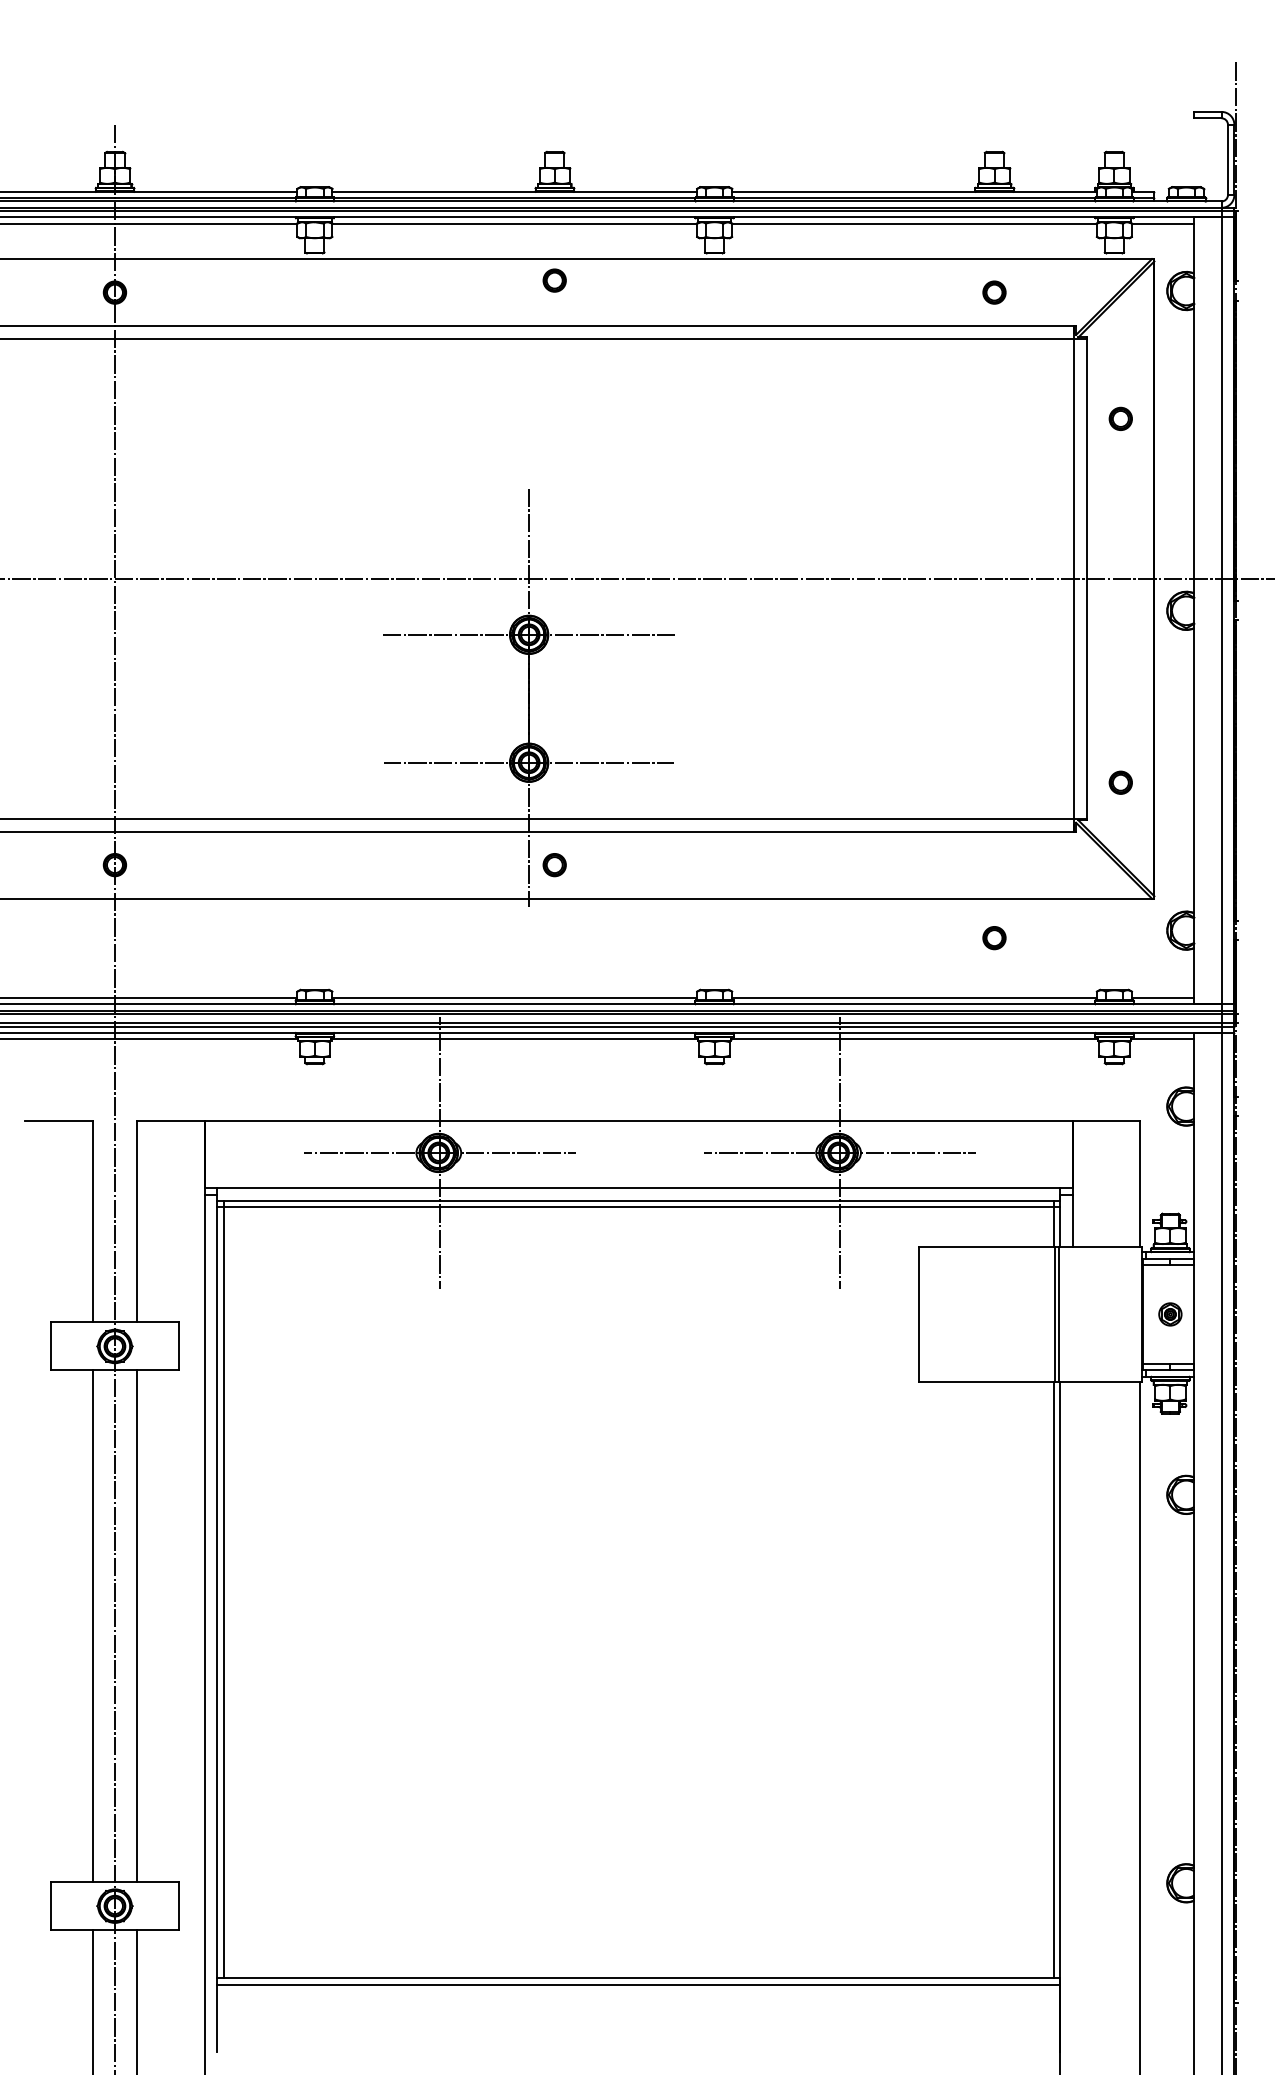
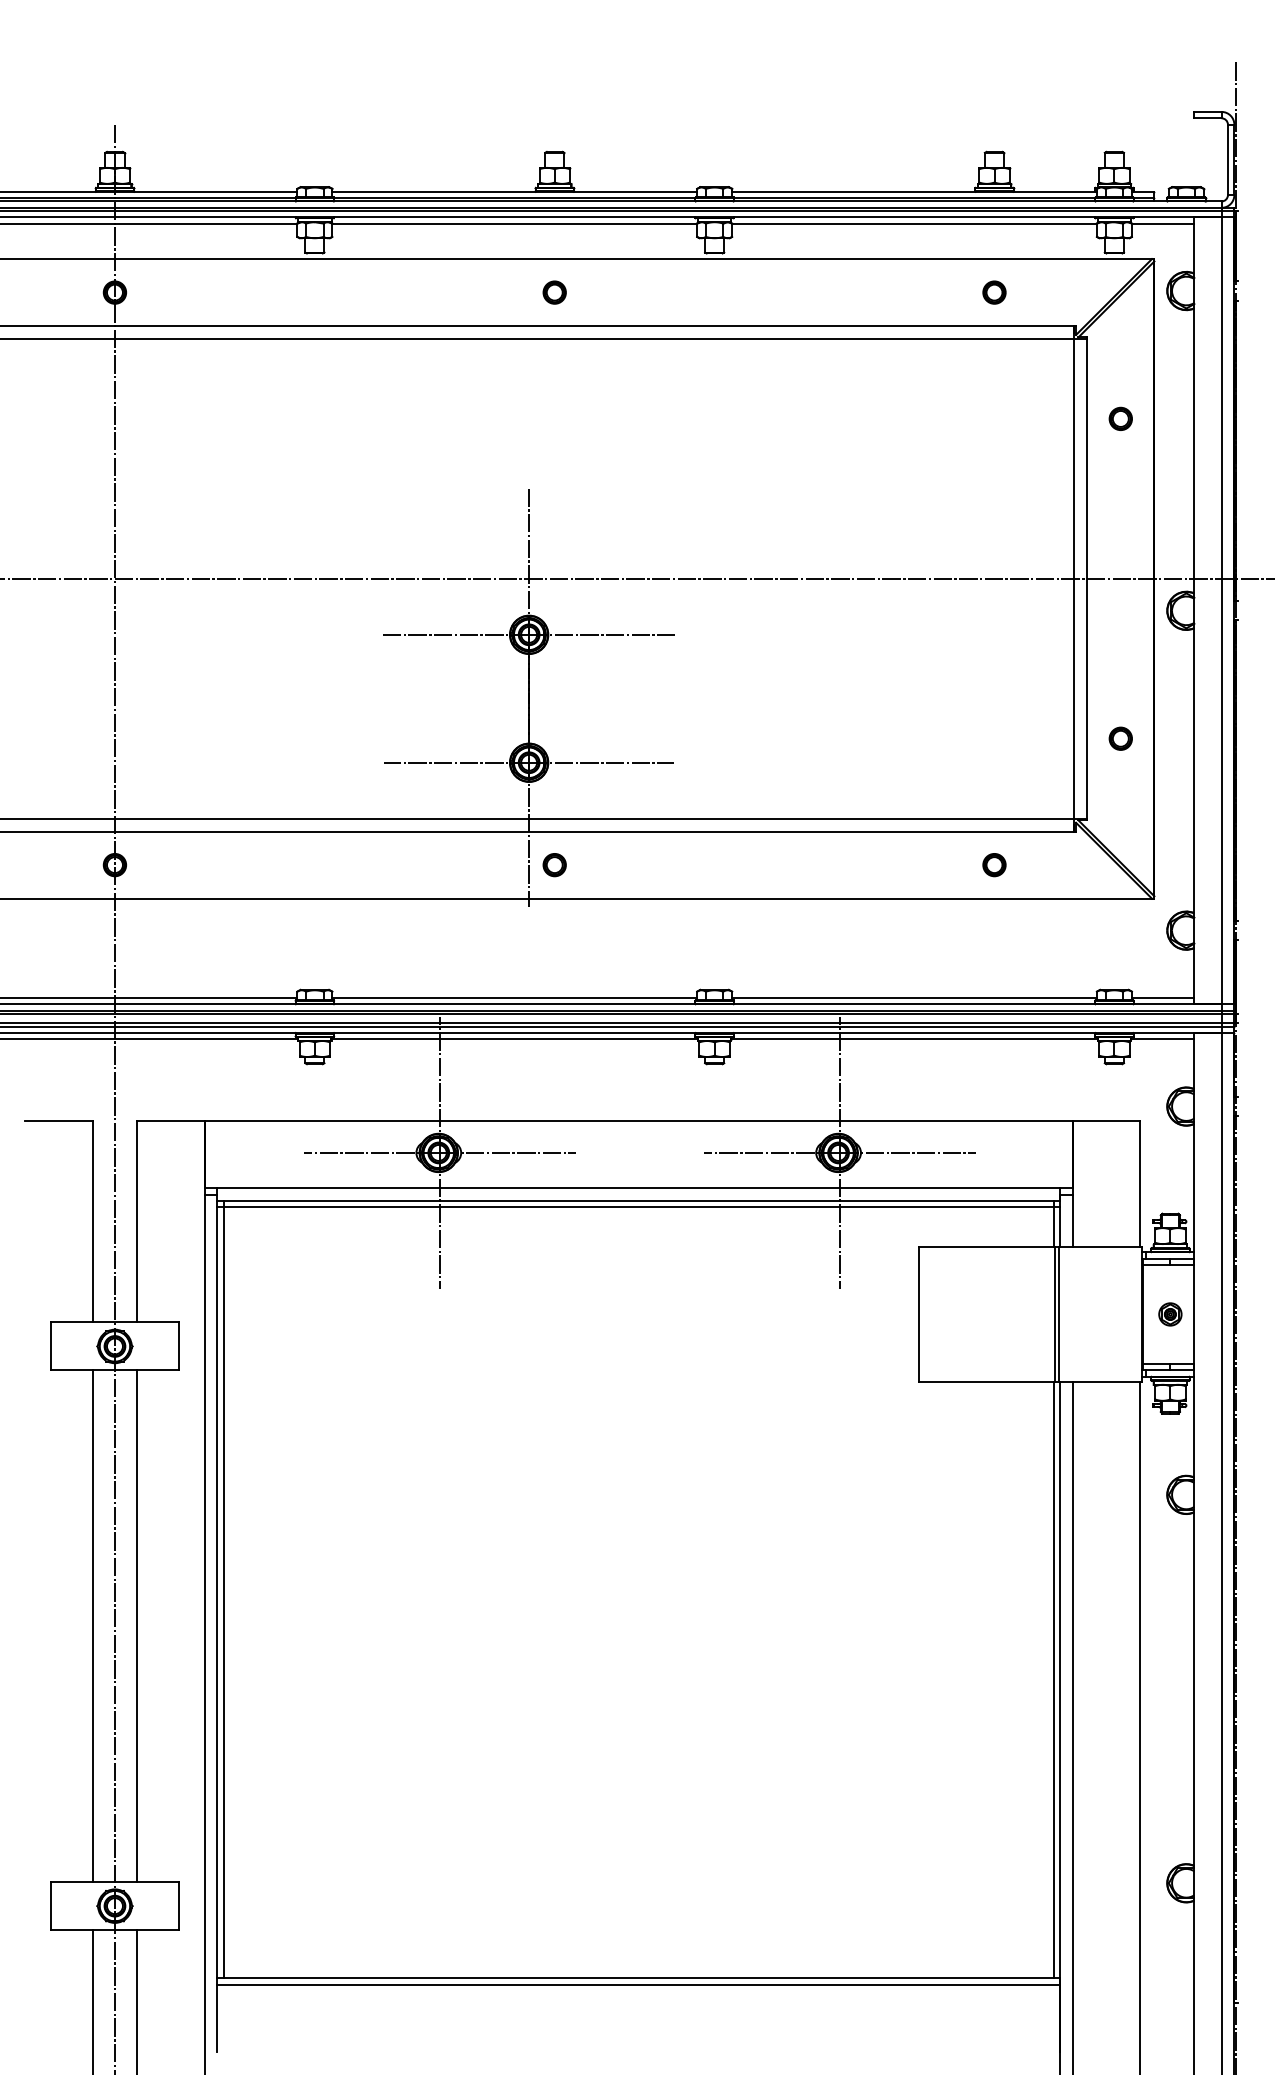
part at (554, 280) position: (554, 280) -> (554, 292)
part at (1120, 782) position: (1120, 782) -> (1120, 738)
part at (994, 938) position: (994, 938) -> (994, 865)
line at (1072, 1726): none -> present
